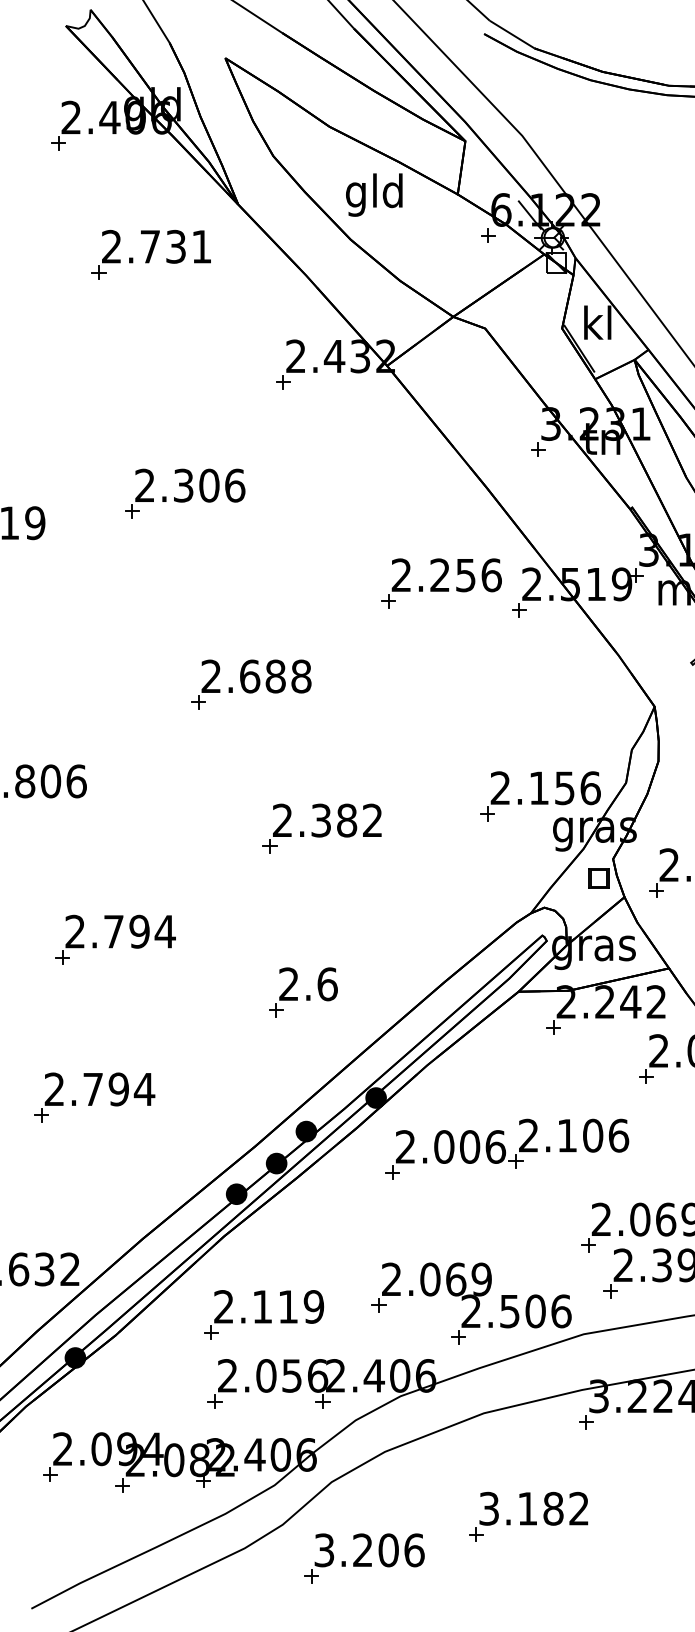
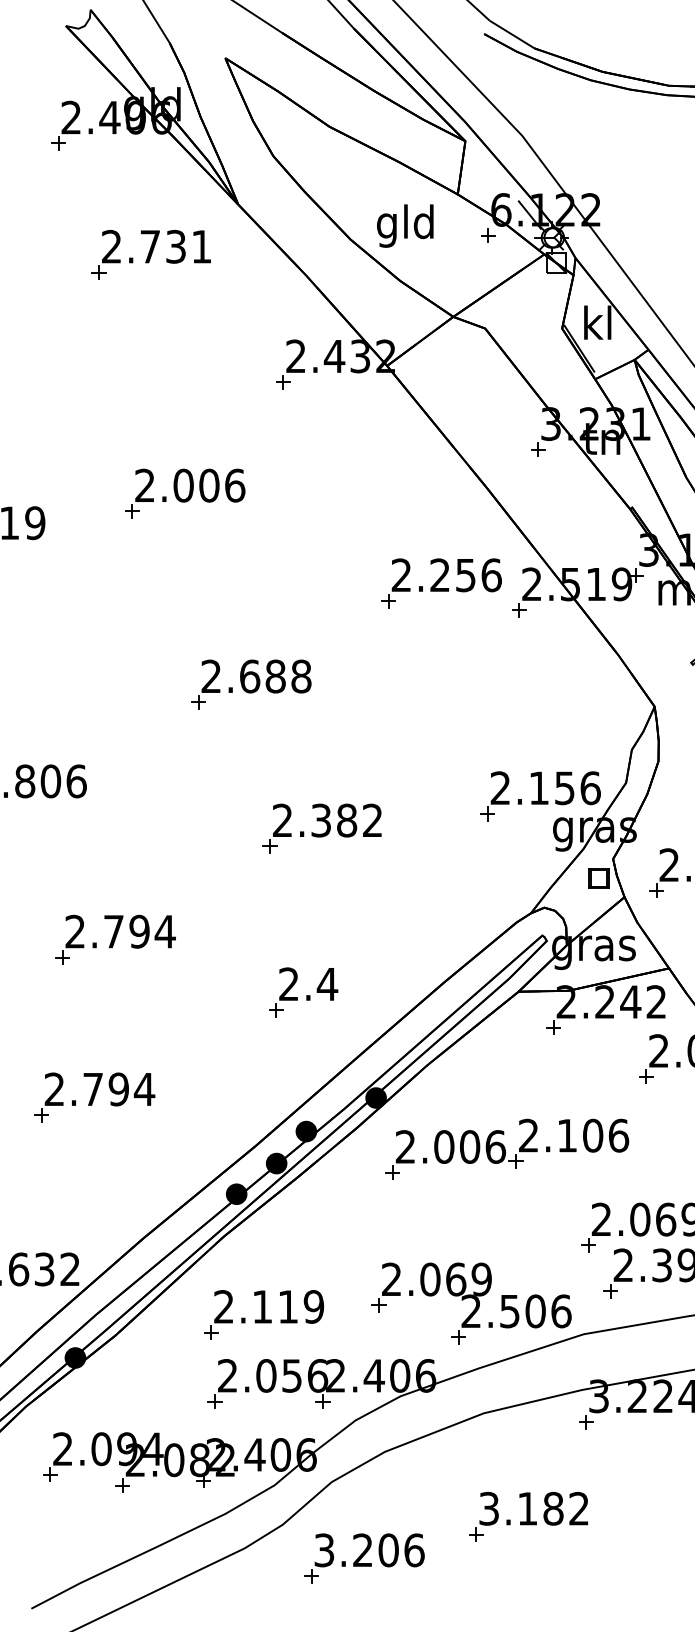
text at (374, 194) position: (374, 194) -> (405, 225)
text at (183, 485): 2.306 -> 2.006
text at (327, 984): 2.6 -> 2.4
